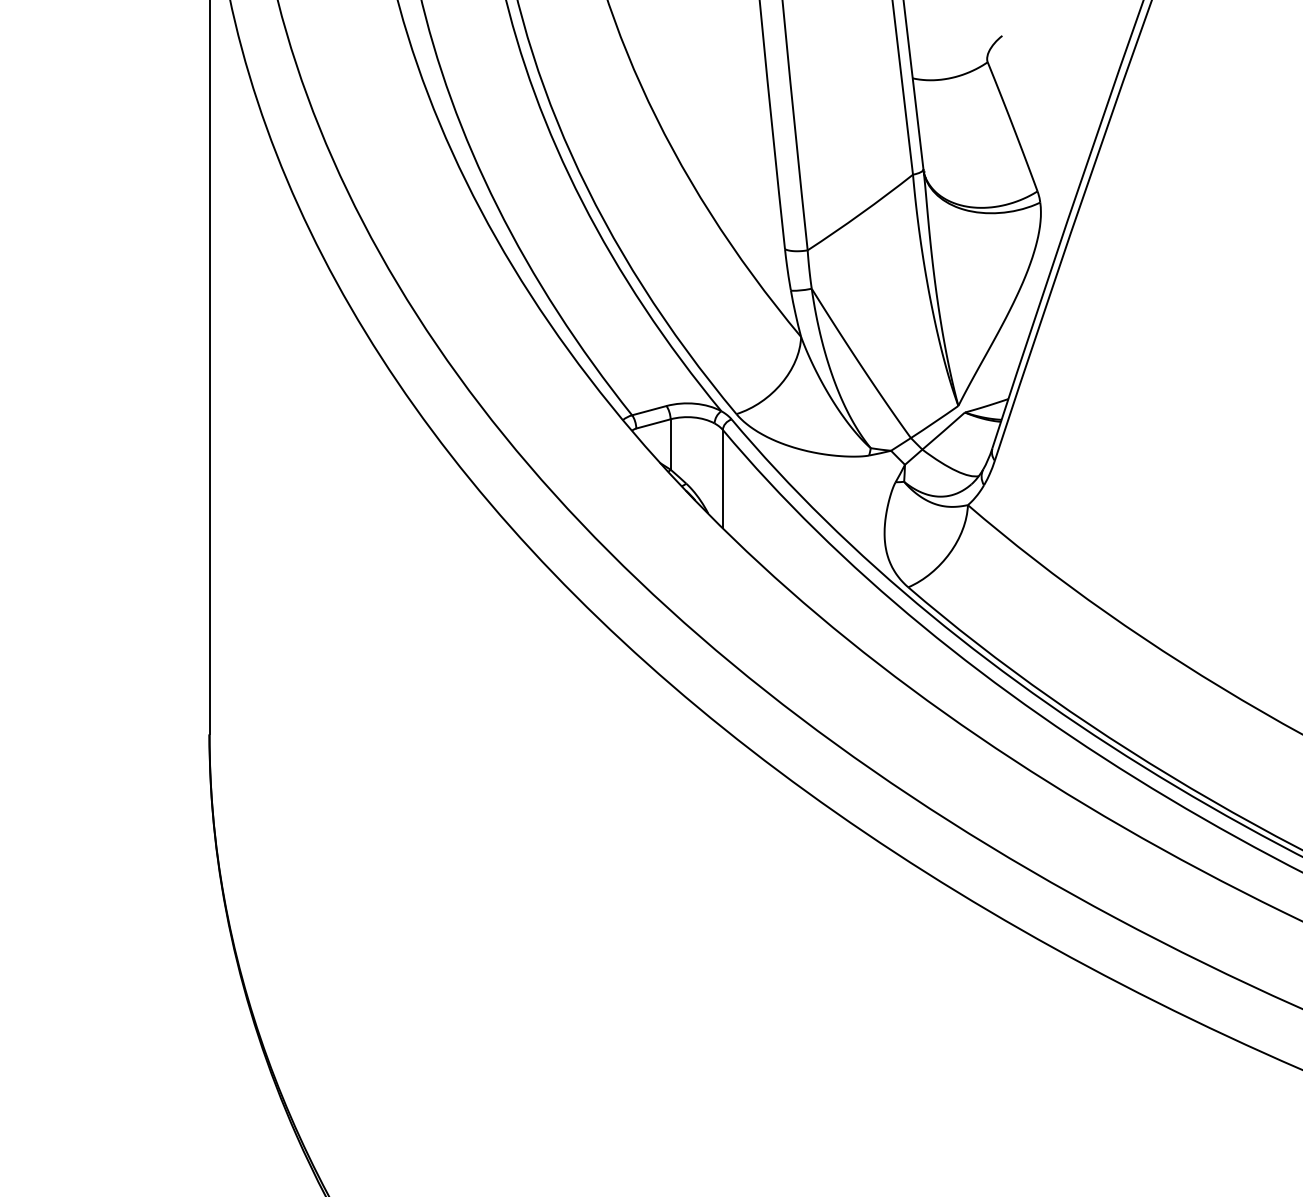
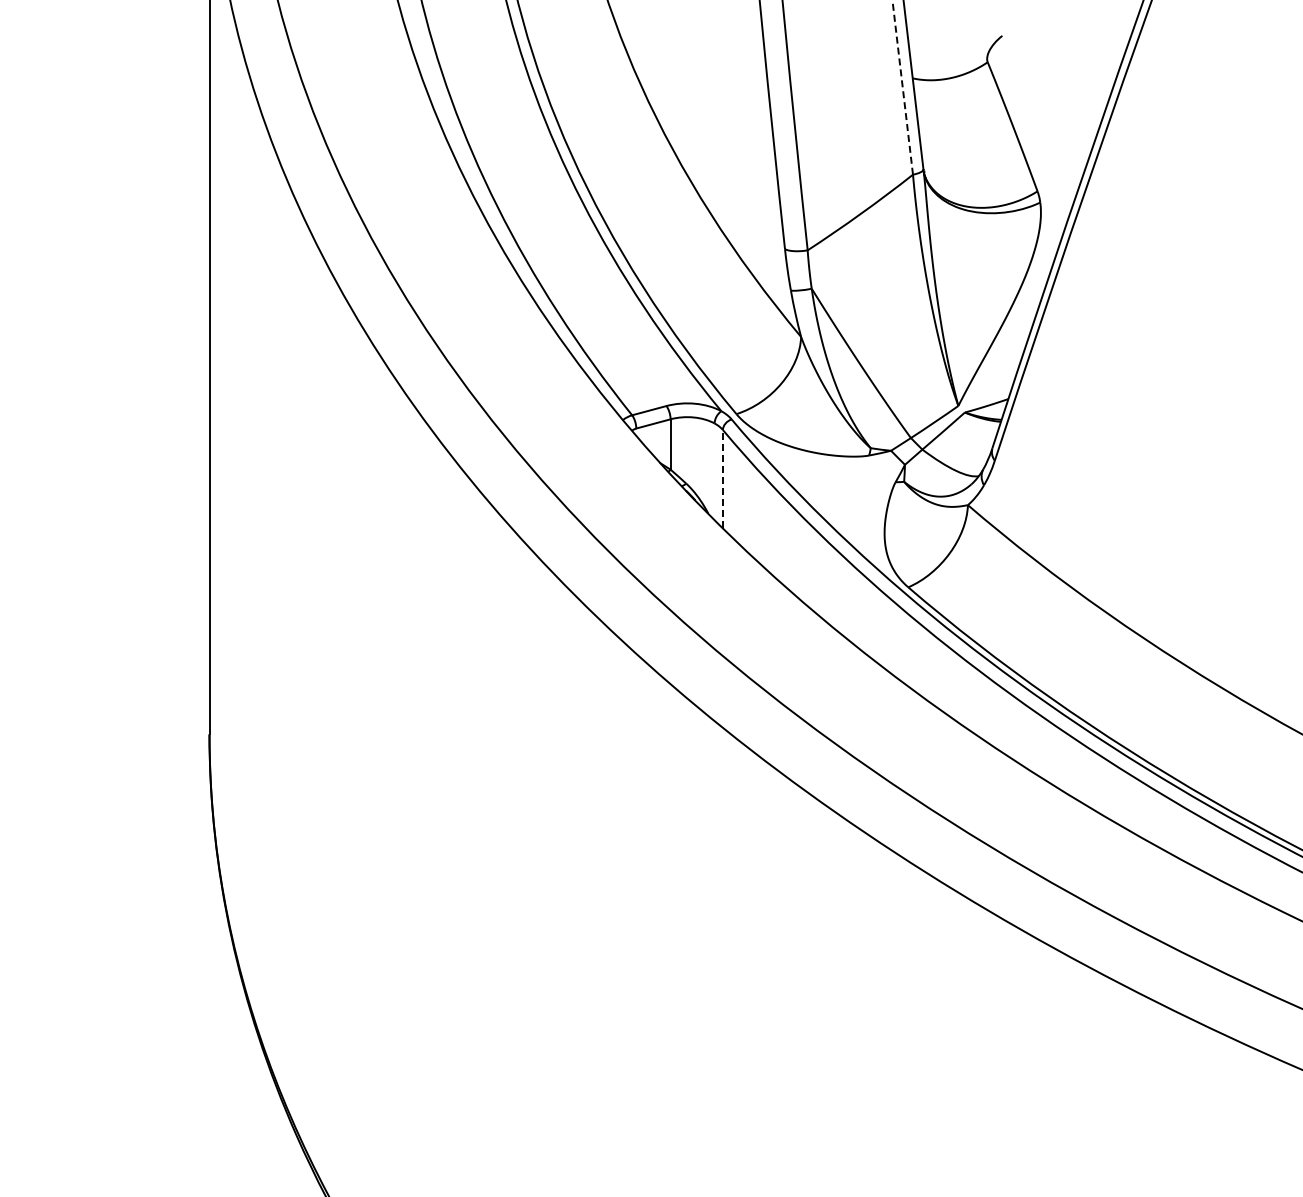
line at (902, 87): solid -> dashed
line at (722, 478): solid -> dashed
